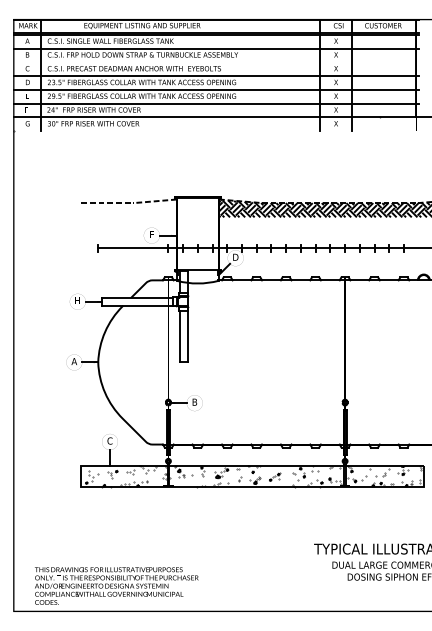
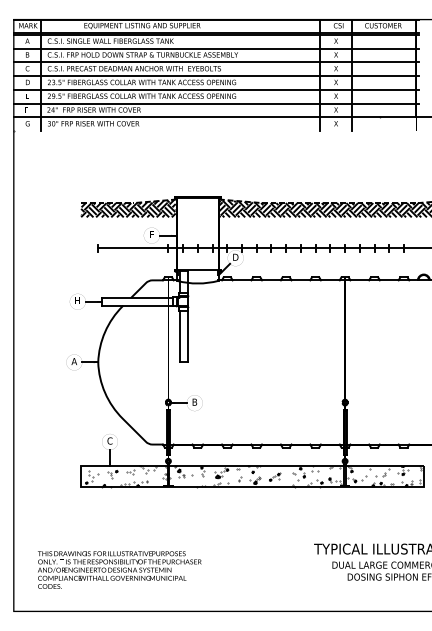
line at (215, 62): none -> present
hatch at (128, 208): none -> present
text at (116, 585) position: (116, 585) -> (119, 569)
